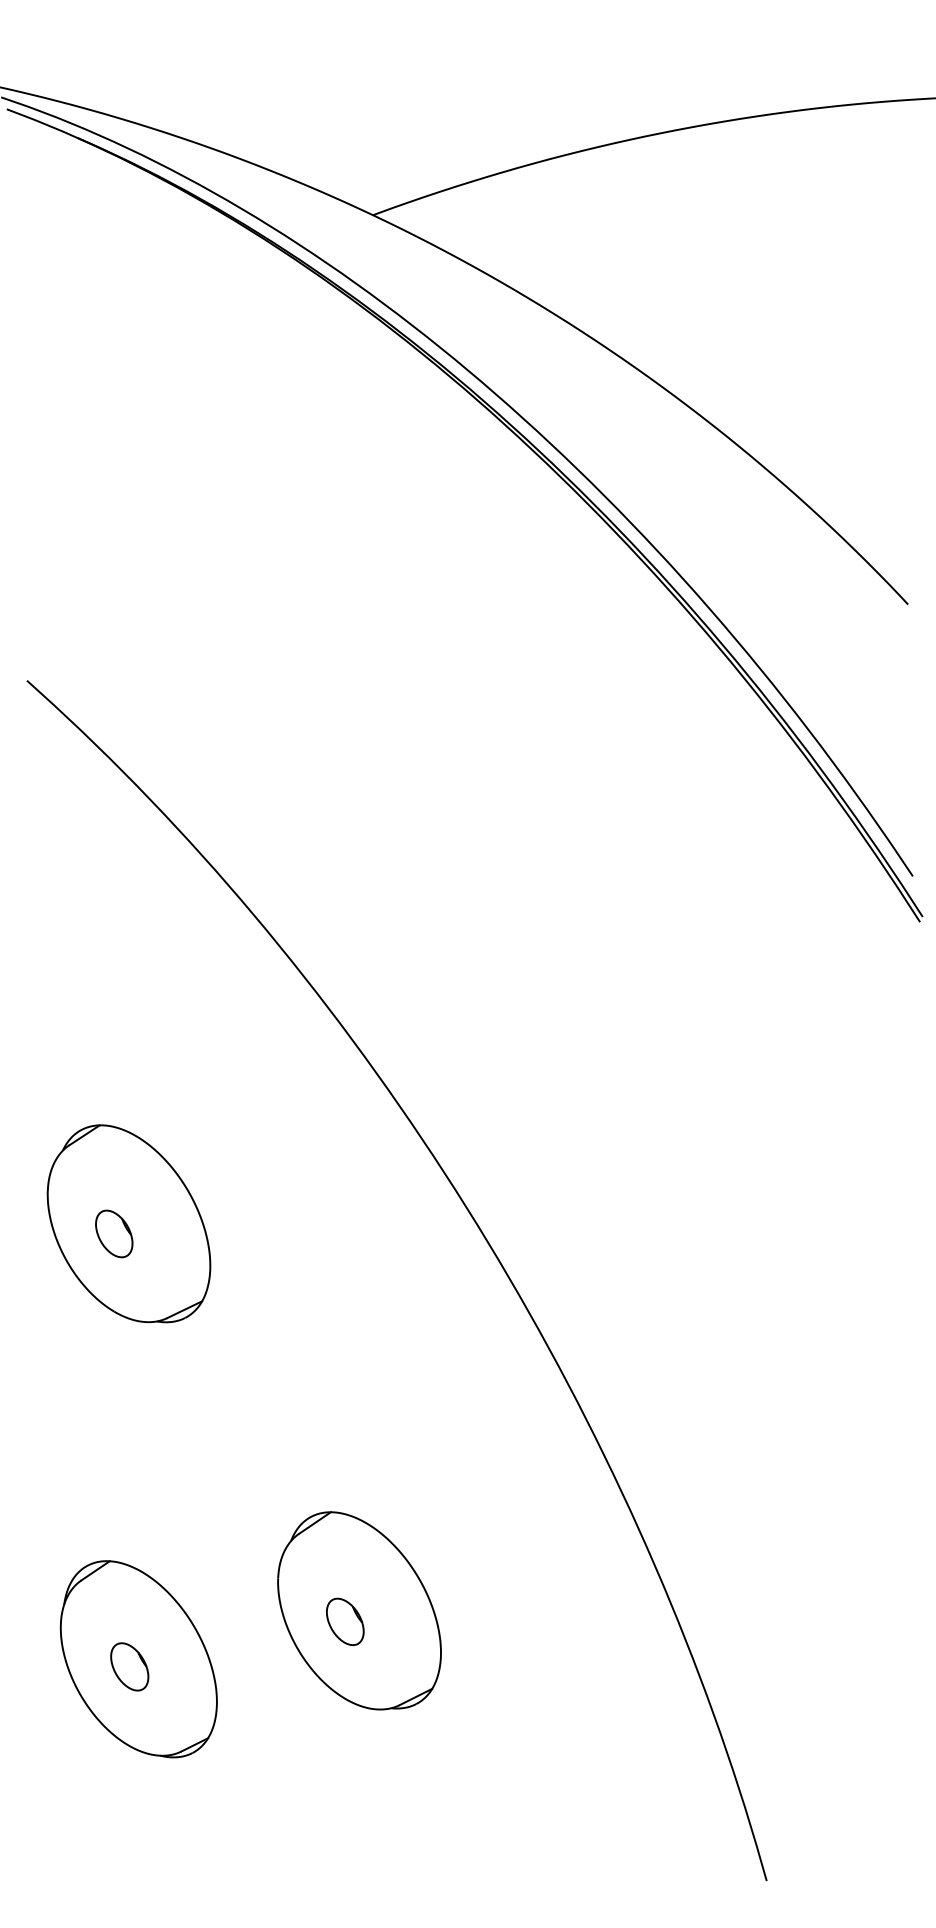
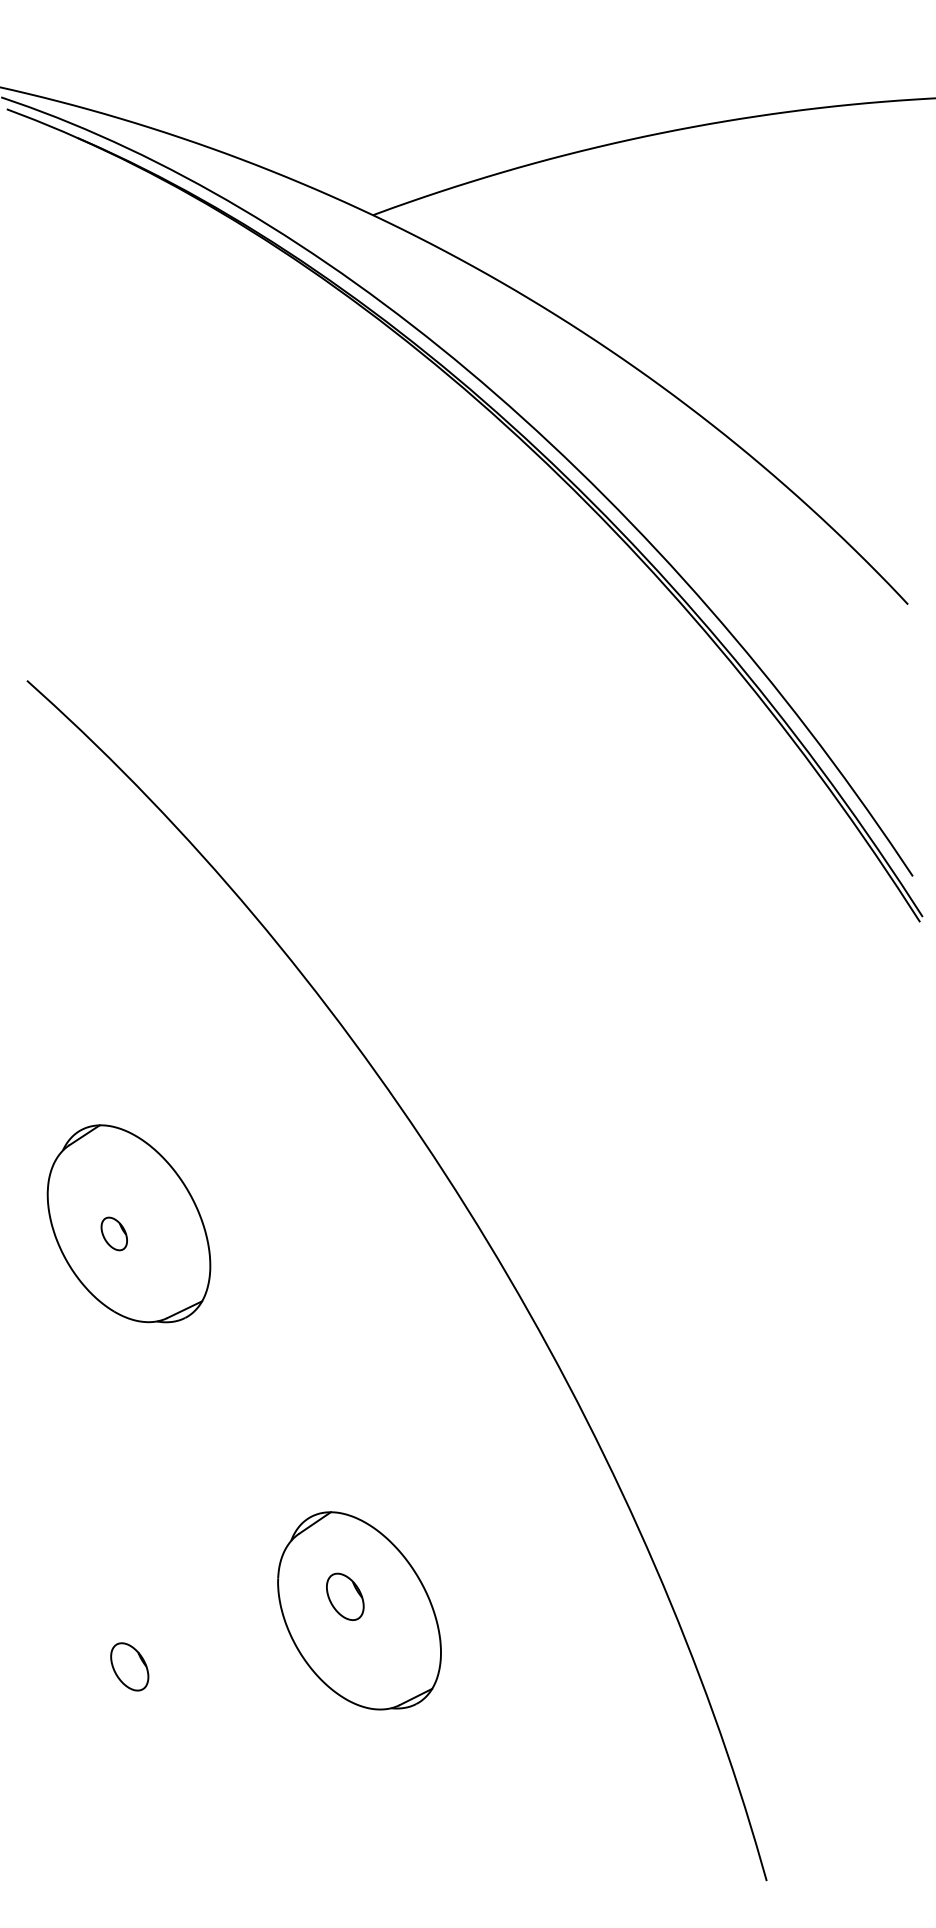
part at (114, 1233) size: 39x50 px -> 28x36 px
part at (345, 1621) position: (345, 1621) -> (345, 1596)
part at (138, 1659): present -> none
